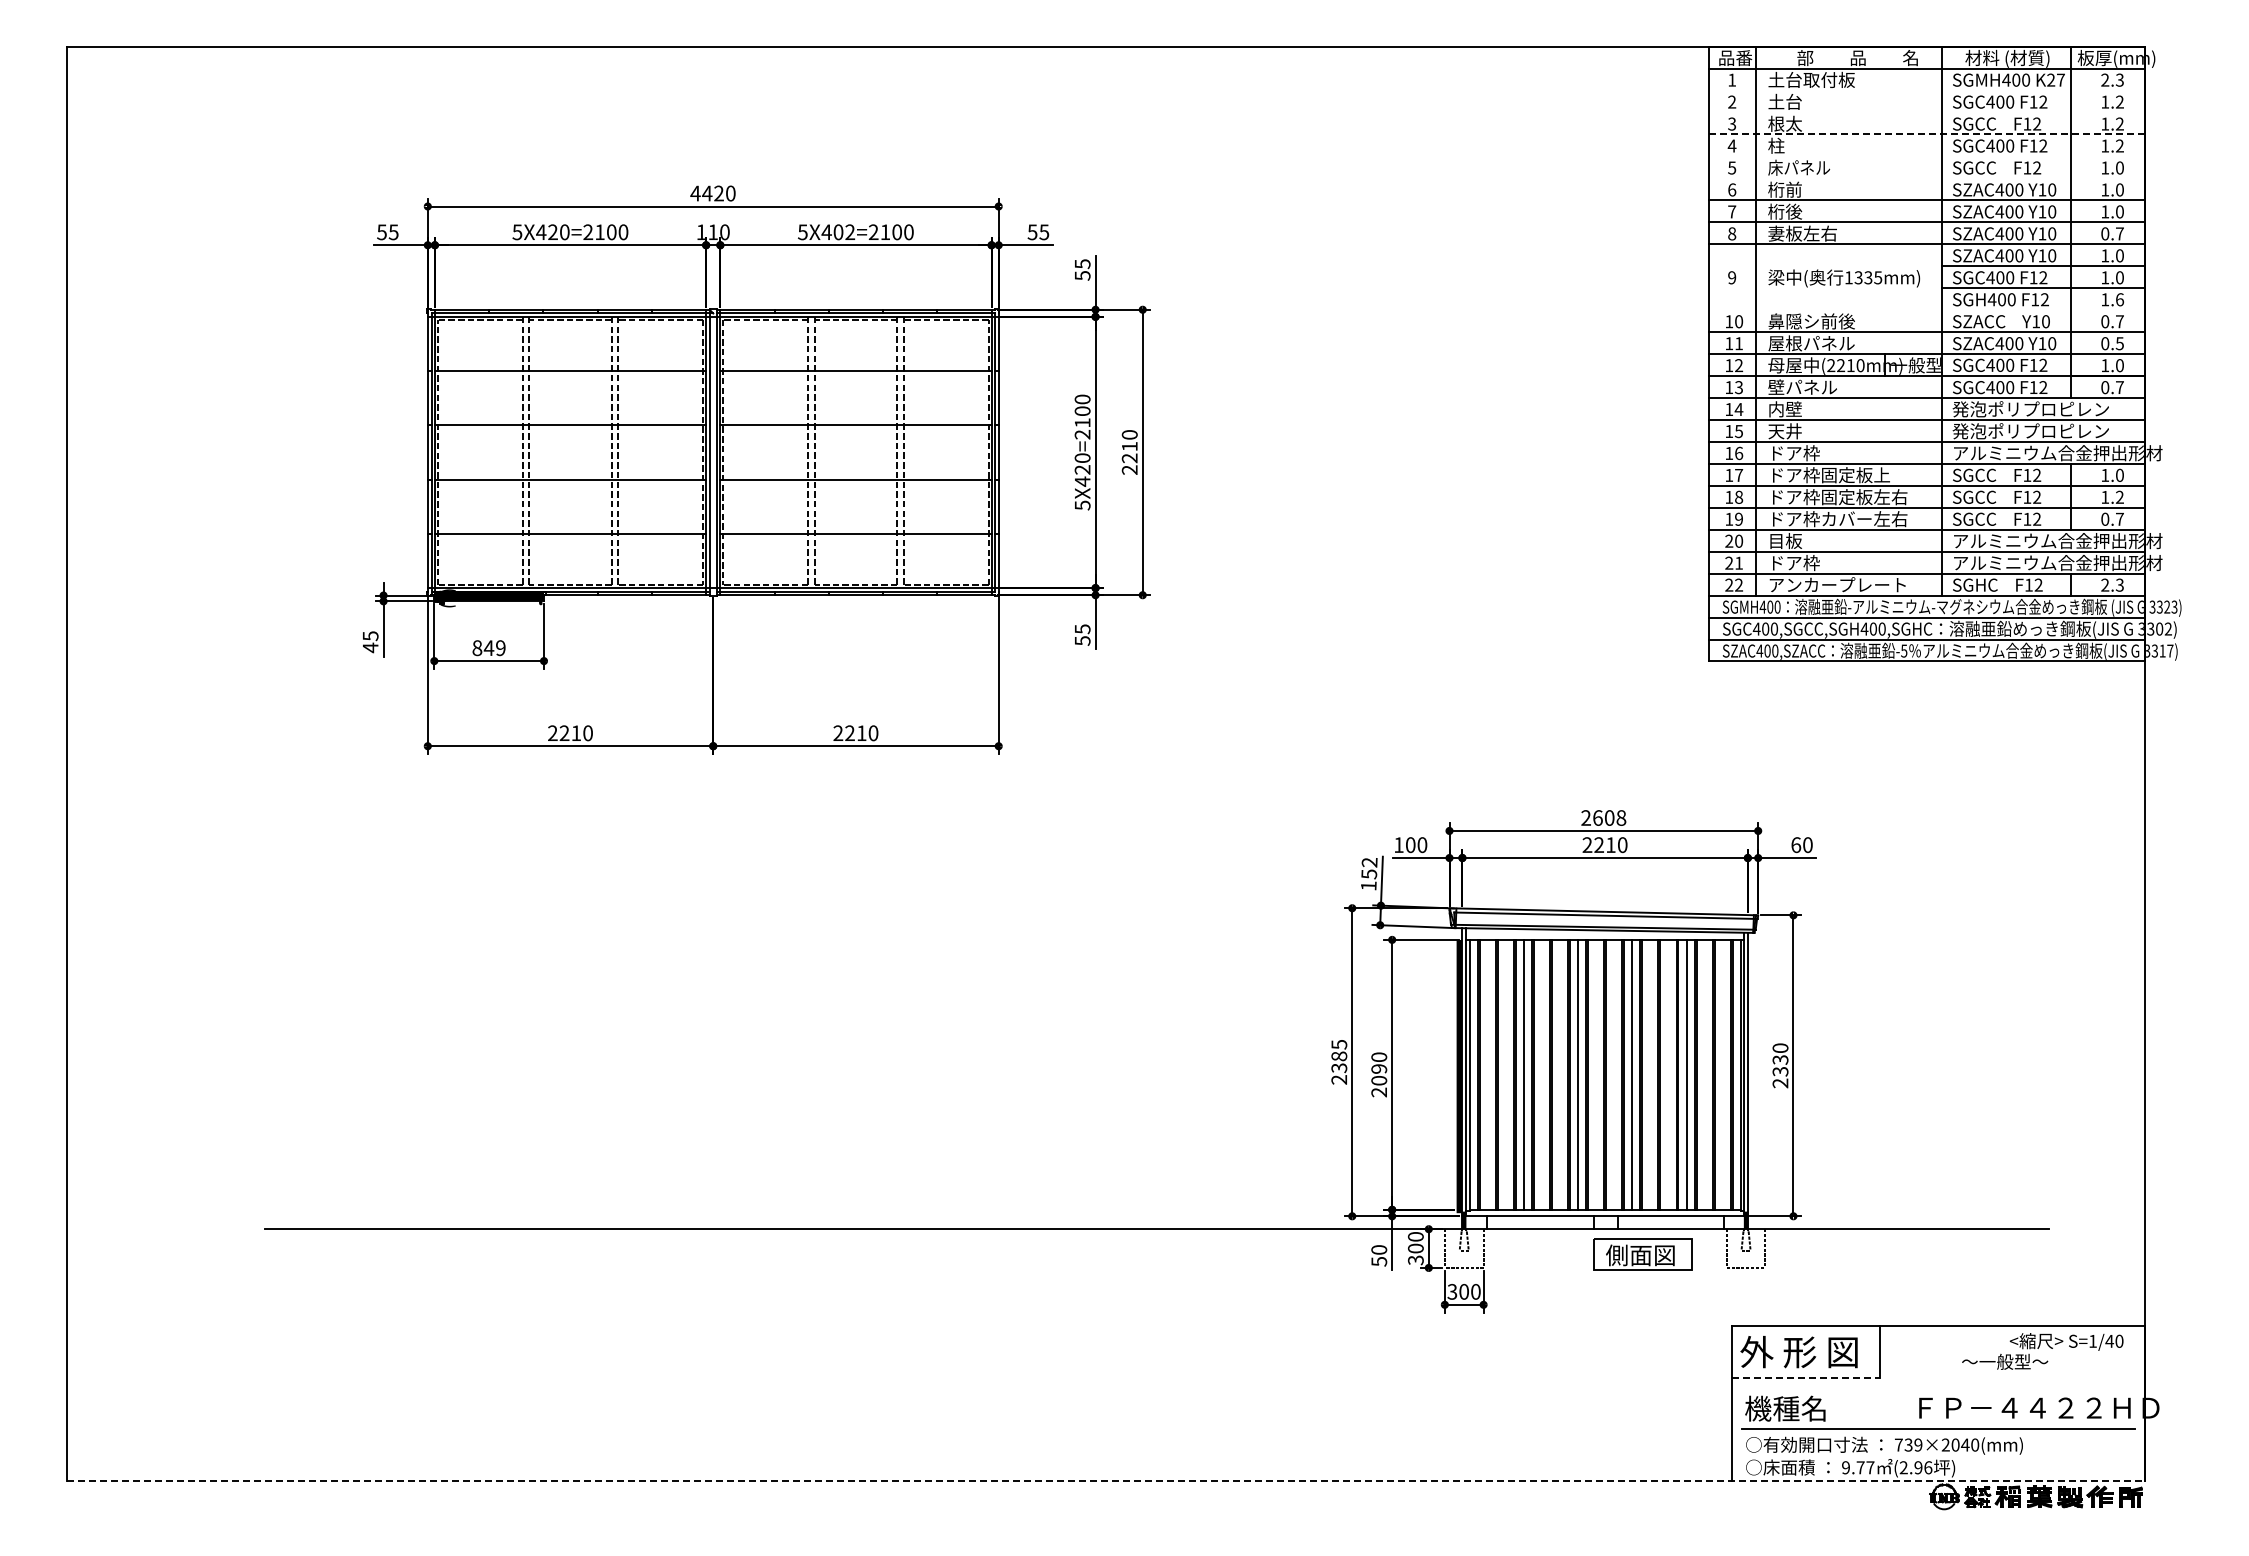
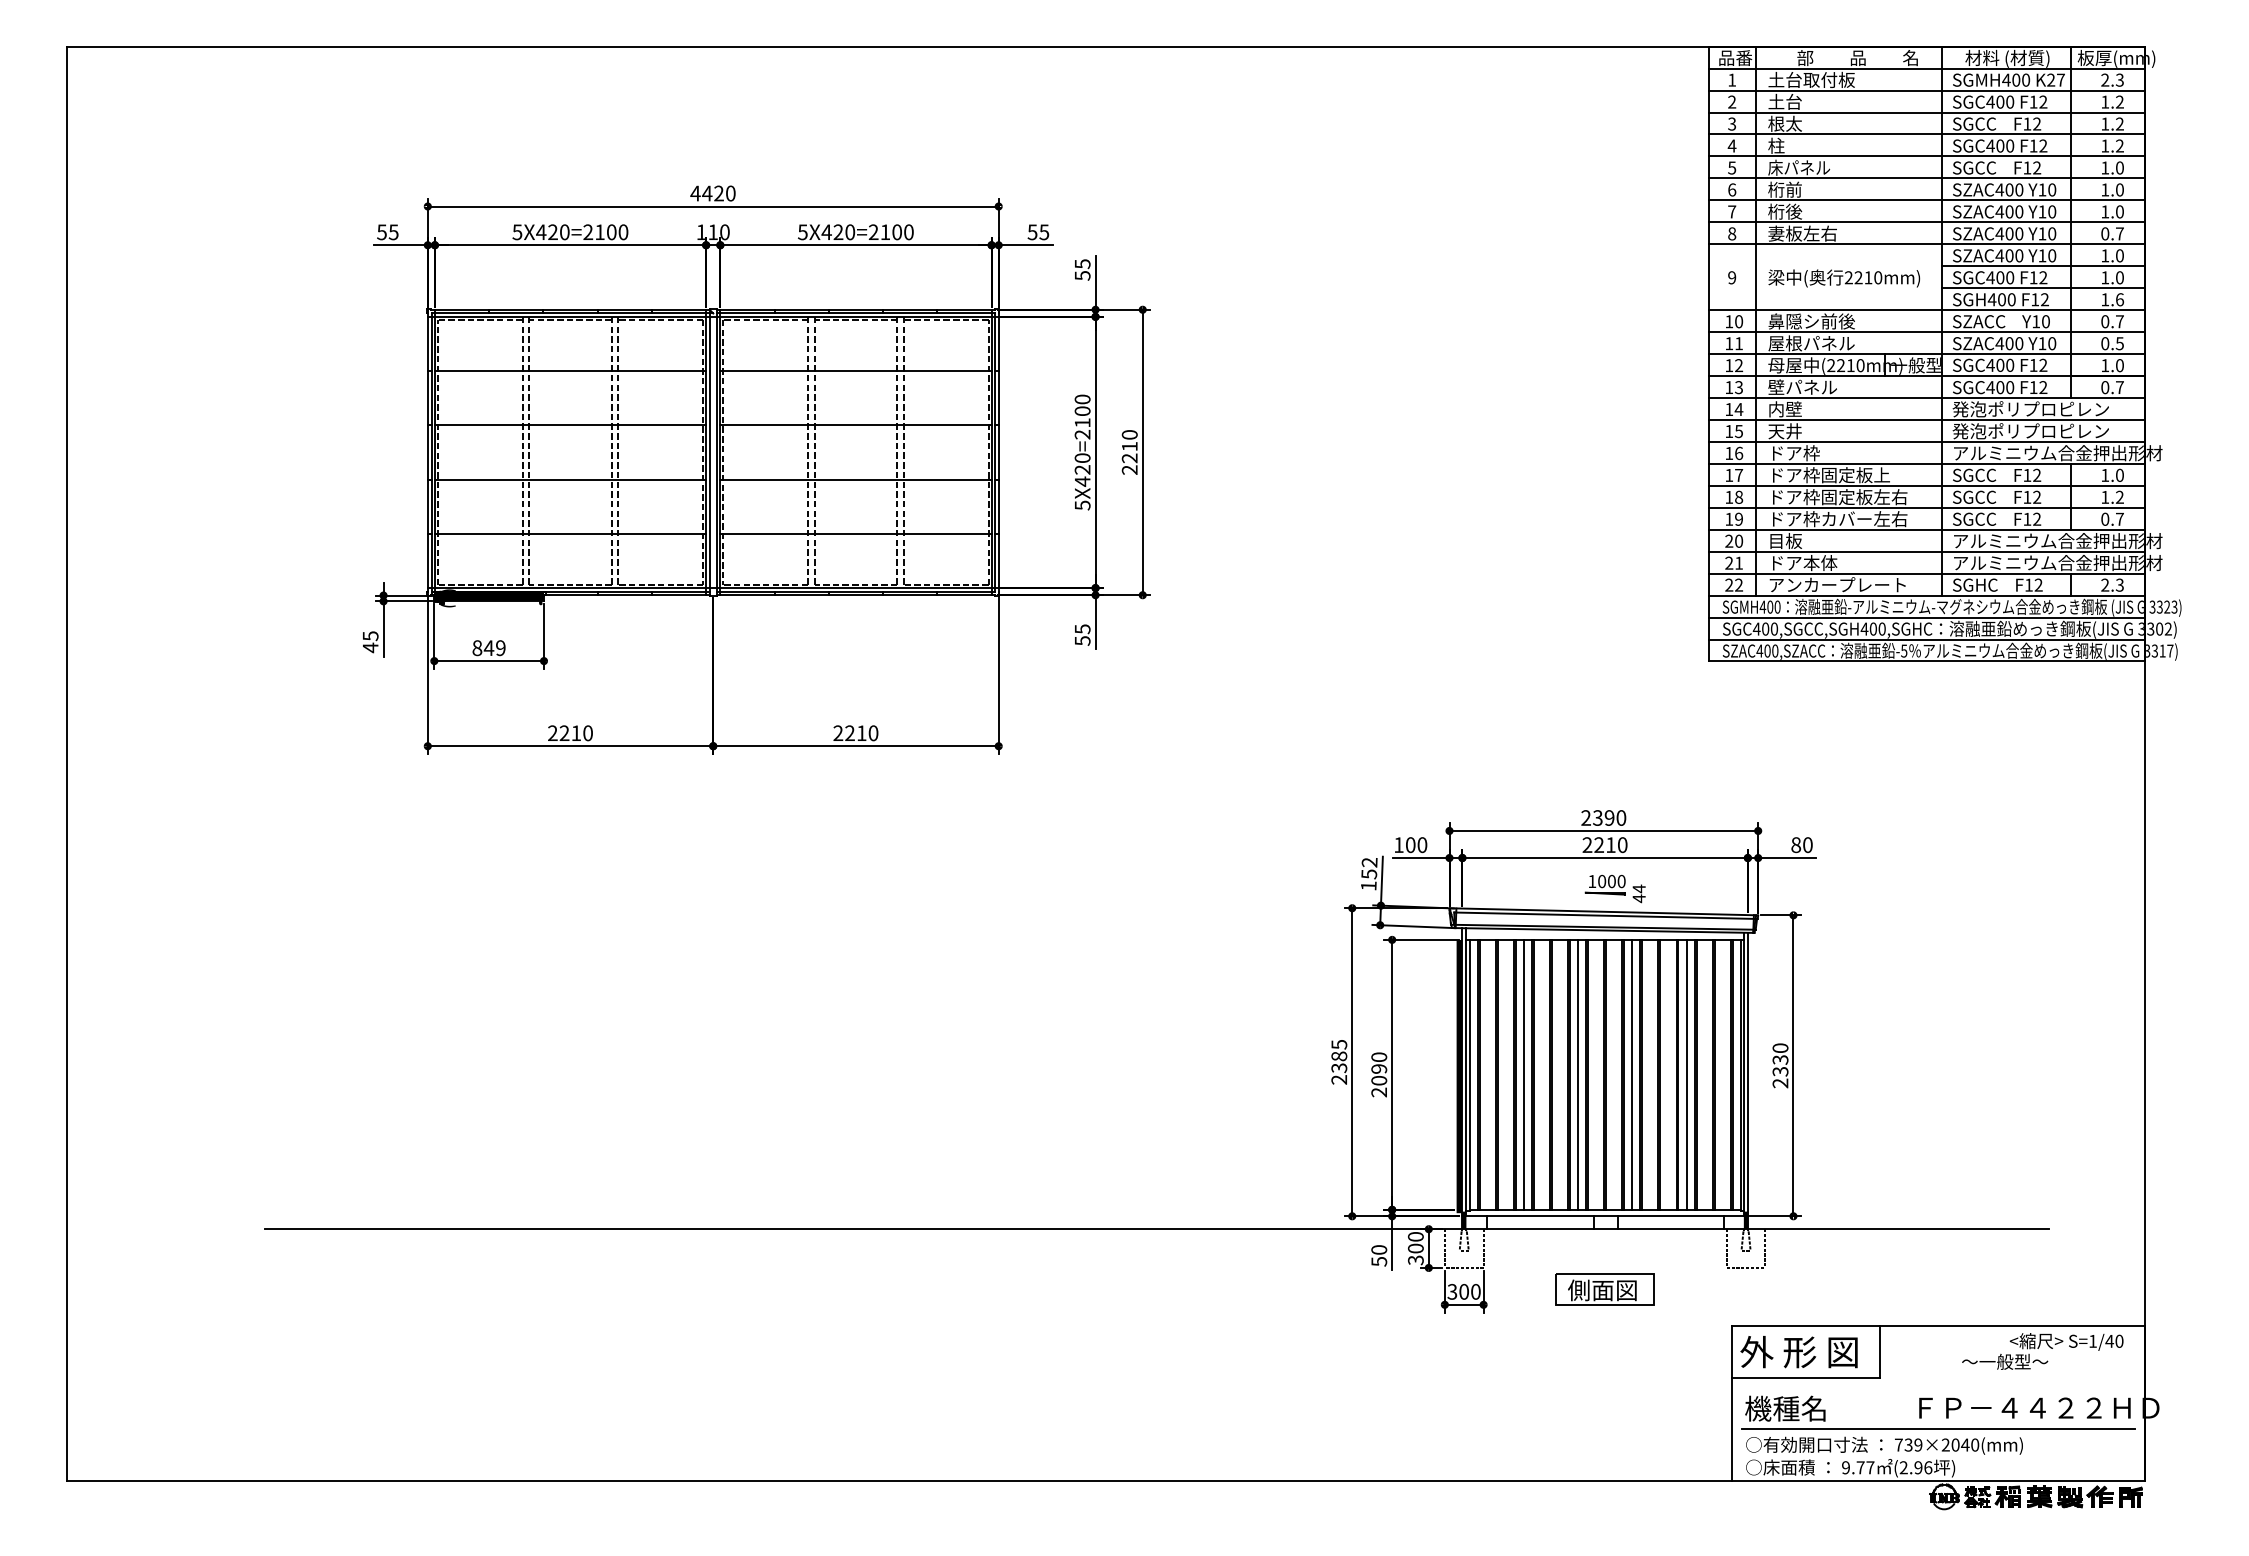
line at (1926, 90): none -> present
line at (1926, 112): none -> present
line at (1926, 134): dashed -> solid
line at (1926, 156): none -> present
line at (1926, 178): none -> present
text at (844, 232): 5X402=2100 -> 5X420=2100
text at (1863, 277): 1335mm) -> 2210mm)
line at (1926, 310): none -> present
text at (1820, 563): ドア枠 -> ドア本体
text at (1609, 817): 2608 -> 2390
text at (1796, 844): 60 -> 80
part at (1614, 888): none -> present
part at (1642, 1254) position: (1642, 1254) -> (1604, 1289)
line at (1805, 1377): dashed -> solid
line at (1106, 1481): dashed -> solid
